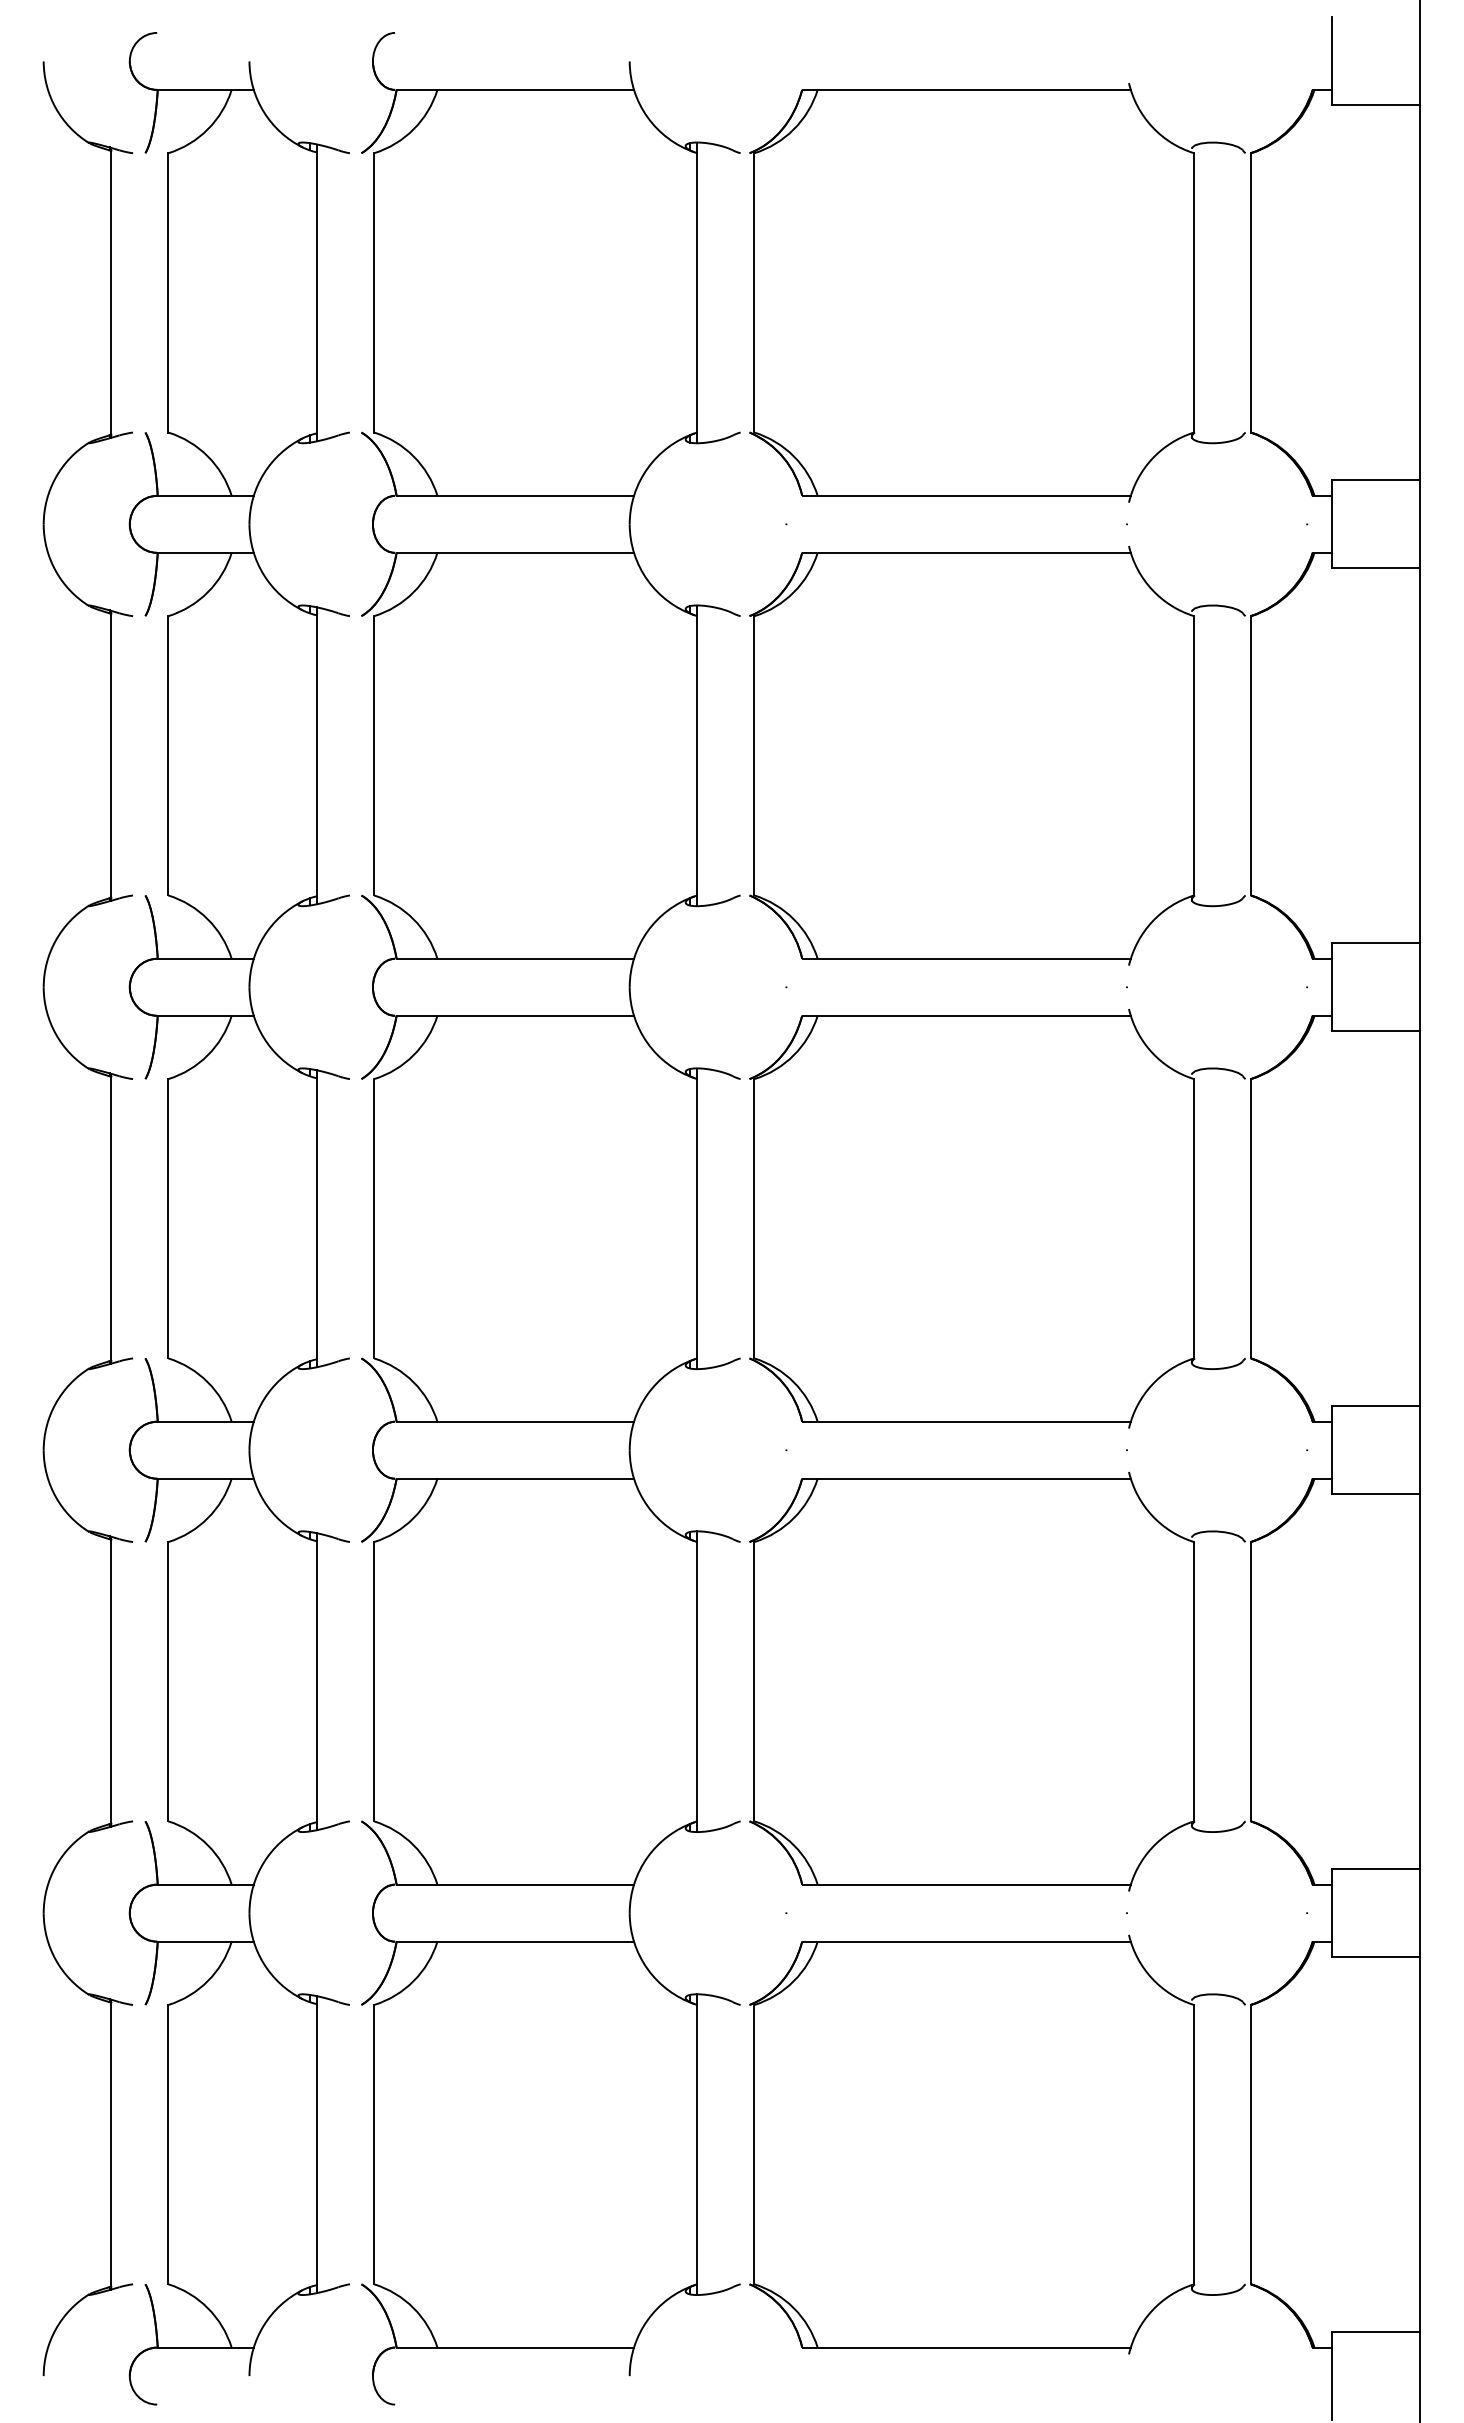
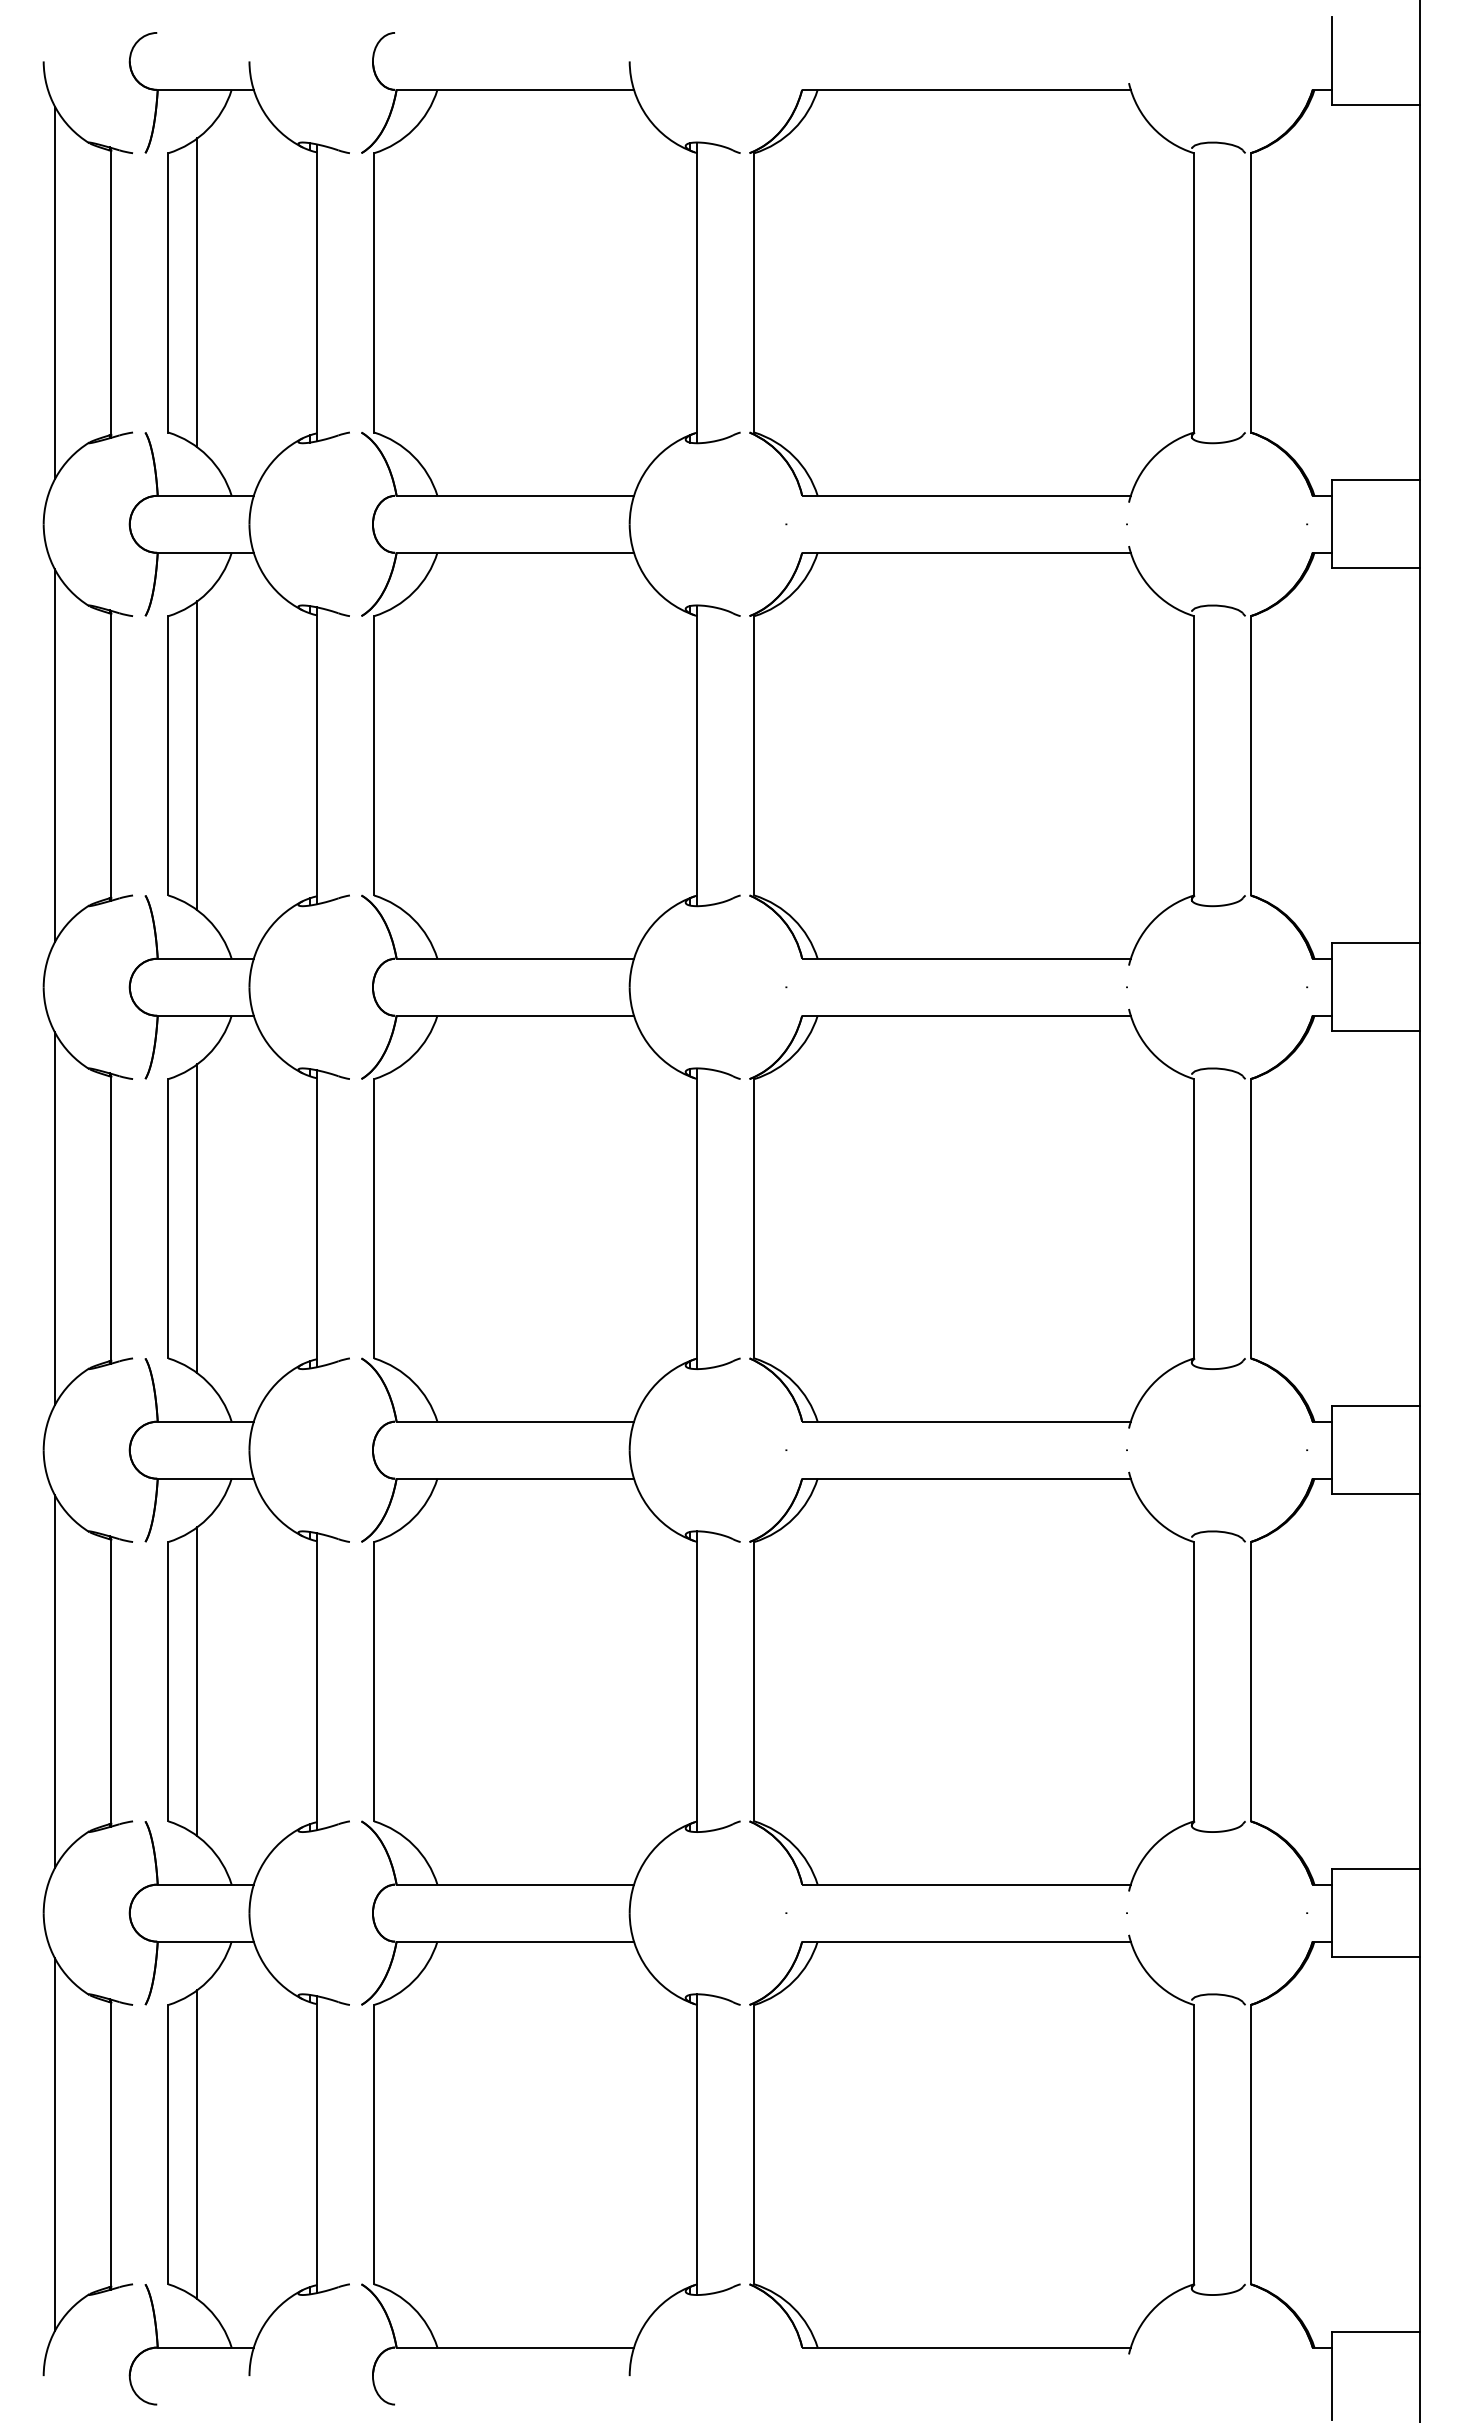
line at (54, 292): none -> present
line at (197, 292): none -> present
line at (54, 755): none -> present
line at (197, 755): none -> present
line at (54, 1218): none -> present
line at (197, 1218): none -> present
line at (54, 1681): none -> present
line at (197, 1681): none -> present
line at (54, 2144): none -> present
line at (197, 2144): none -> present
